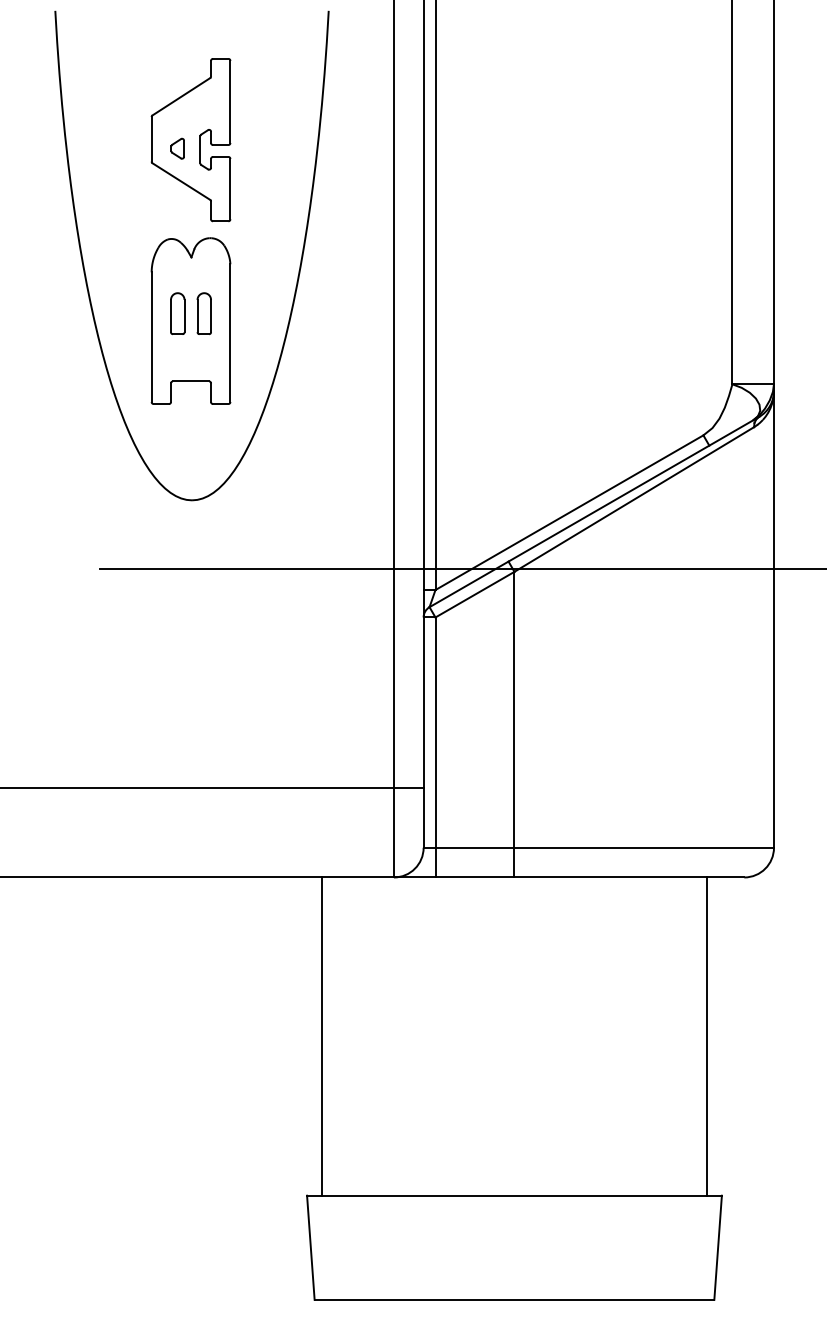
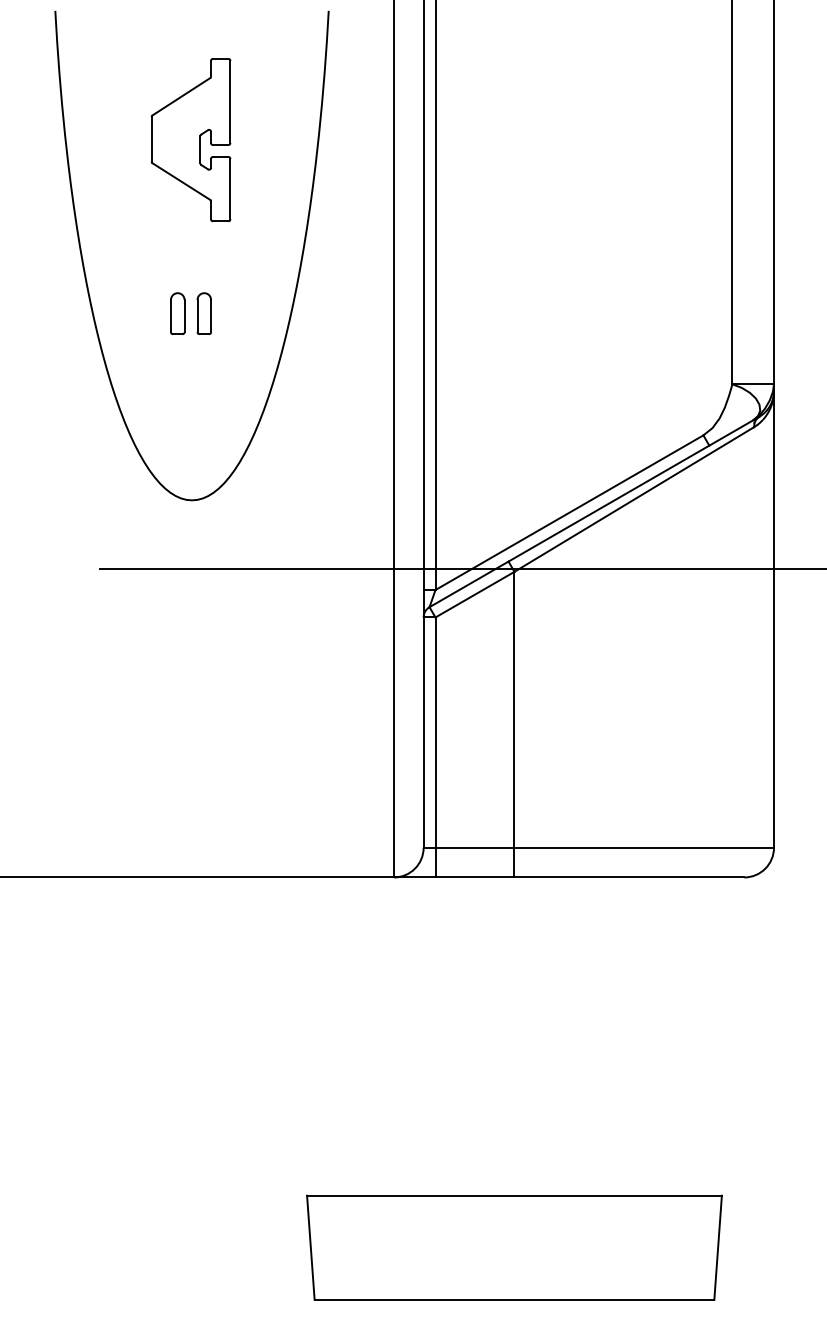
part at (177, 148): present -> none
part at (190, 320): present -> none
line at (212, 788): present -> none
line at (322, 1036): present -> none
line at (706, 1036): present -> none
